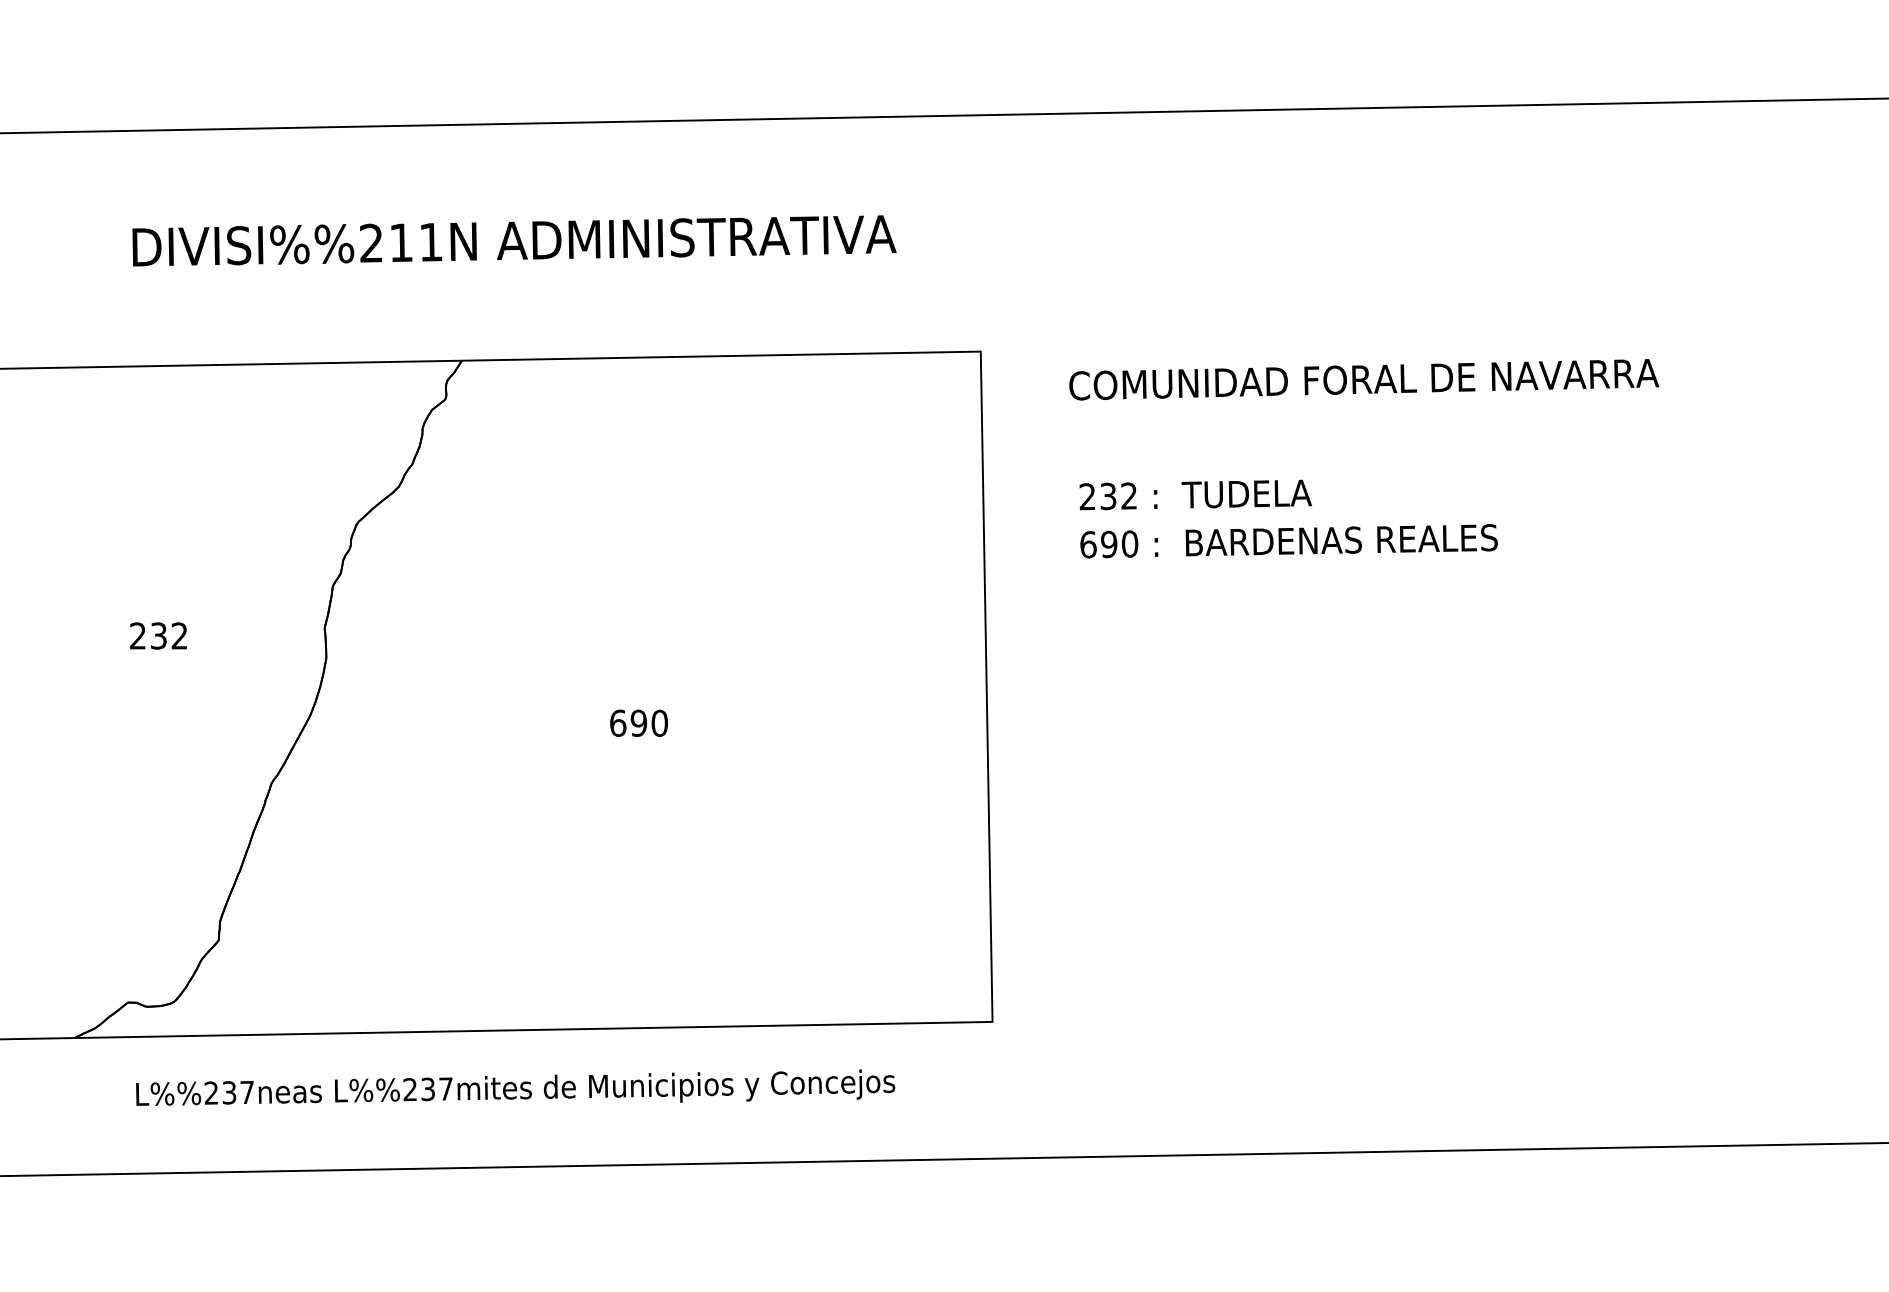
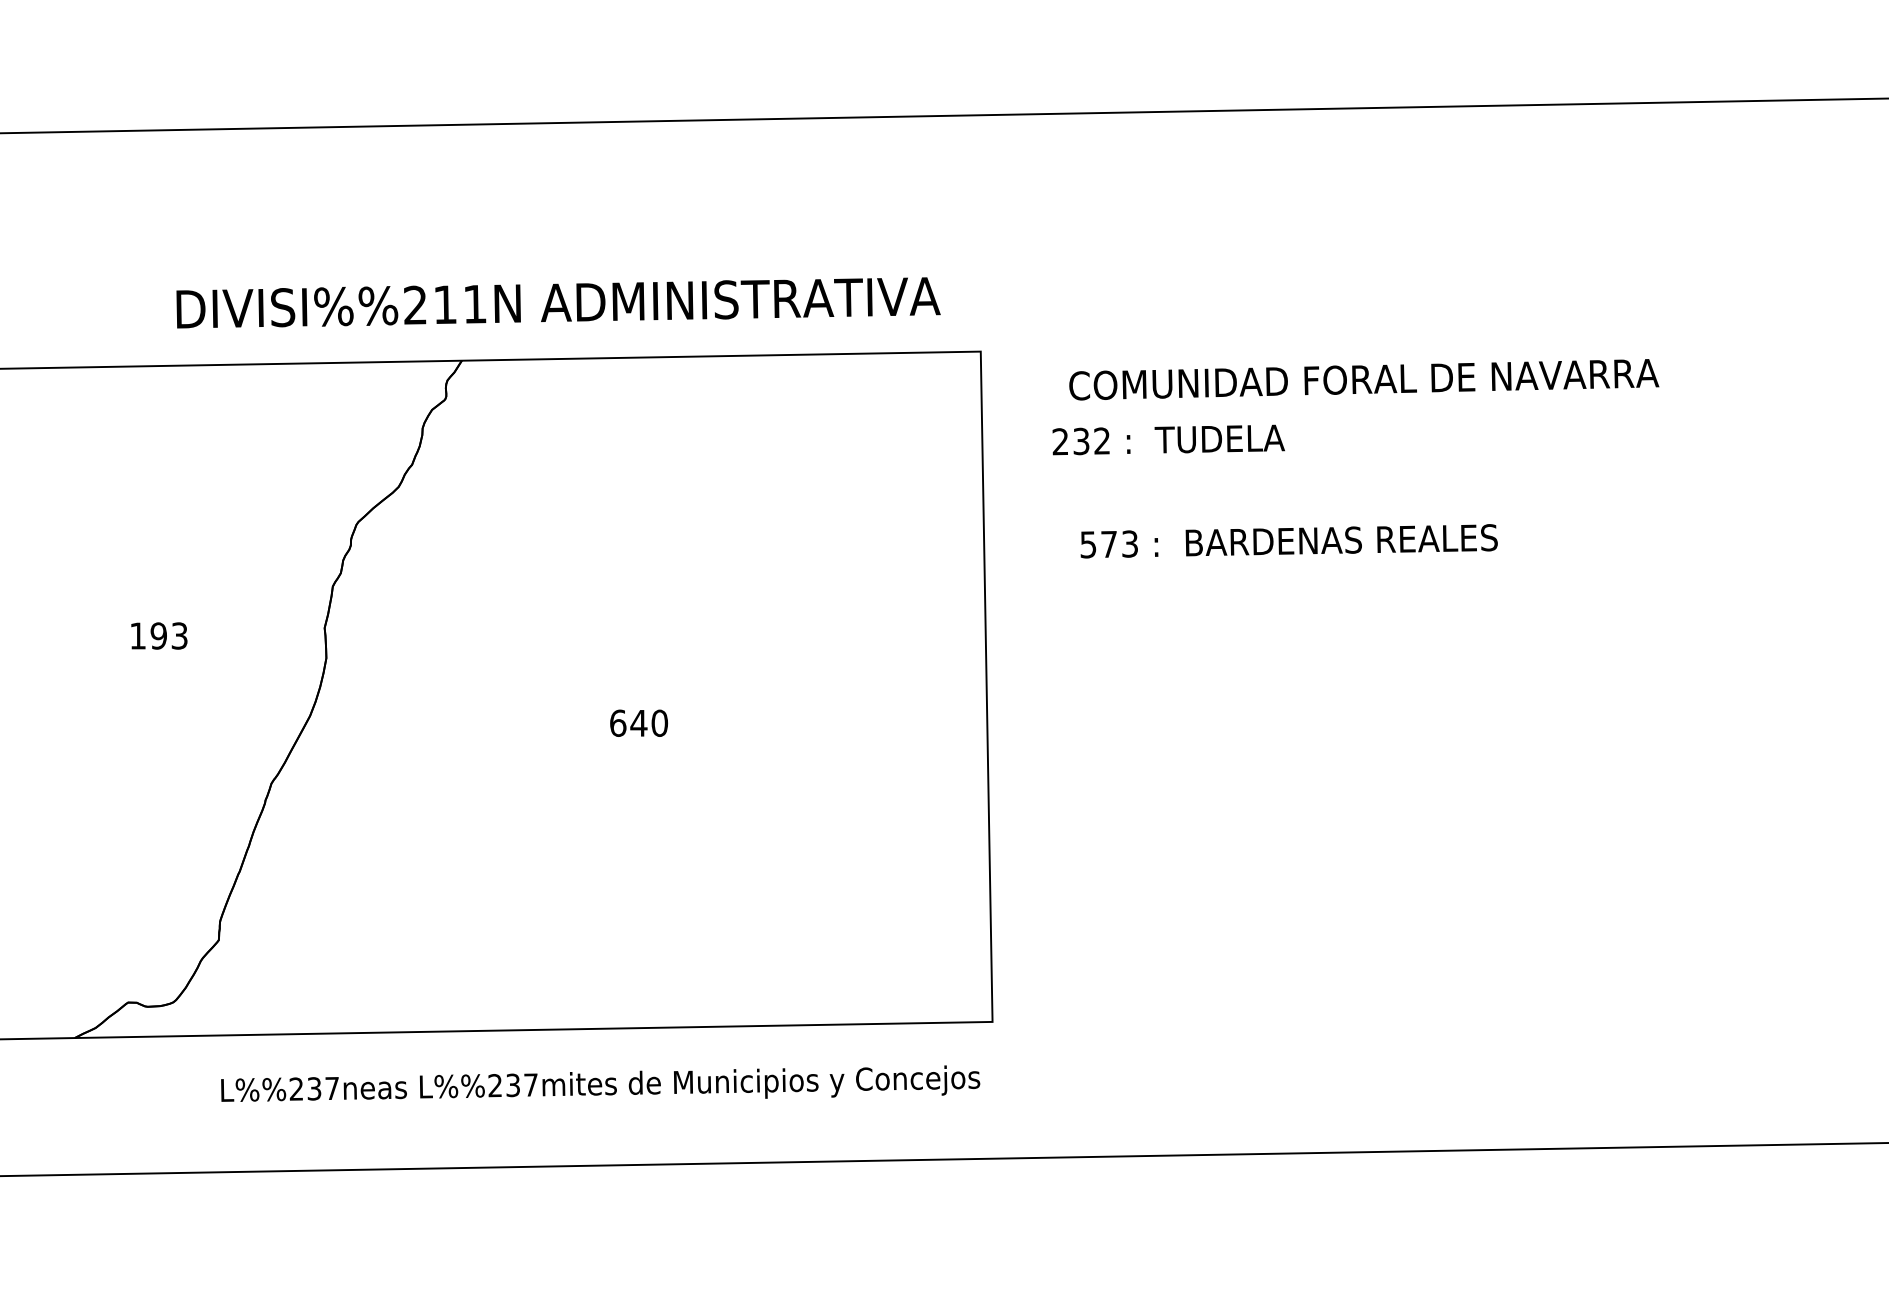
text at (514, 240) position: (514, 240) -> (558, 302)
text at (1195, 494) position: (1195, 494) -> (1168, 439)
text at (1109, 544): 690 -> 573
text at (158, 635): 232 -> 193
text at (638, 722): 690 -> 640
text at (515, 1087) position: (515, 1087) -> (600, 1083)
